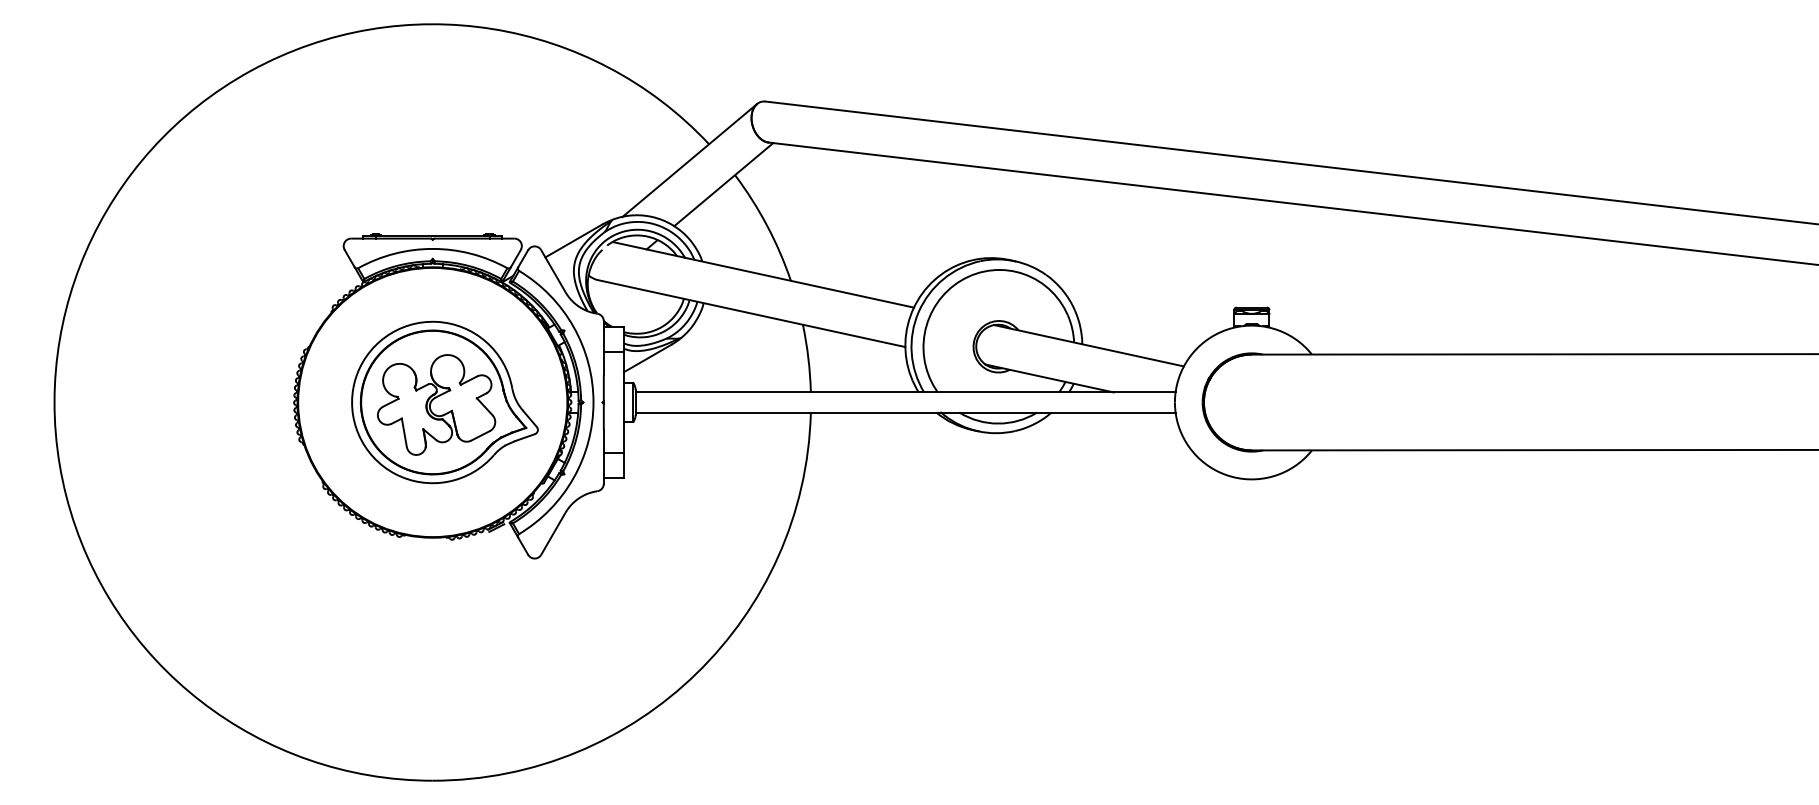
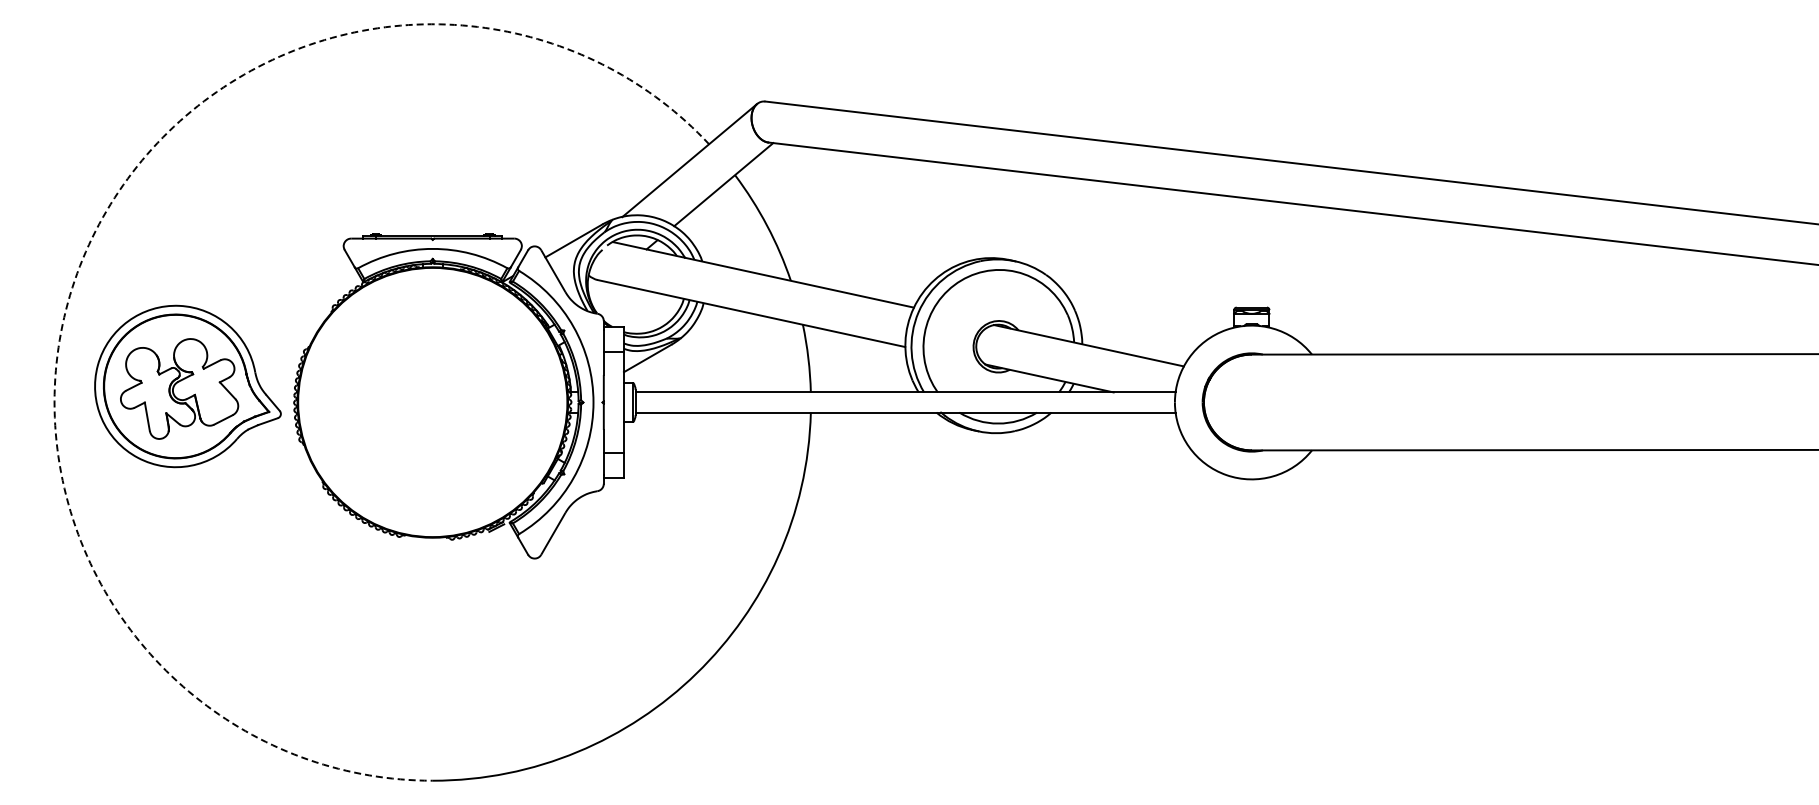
arc at (85, 251): solid -> dashed
part at (444, 402) position: (444, 402) -> (187, 386)
